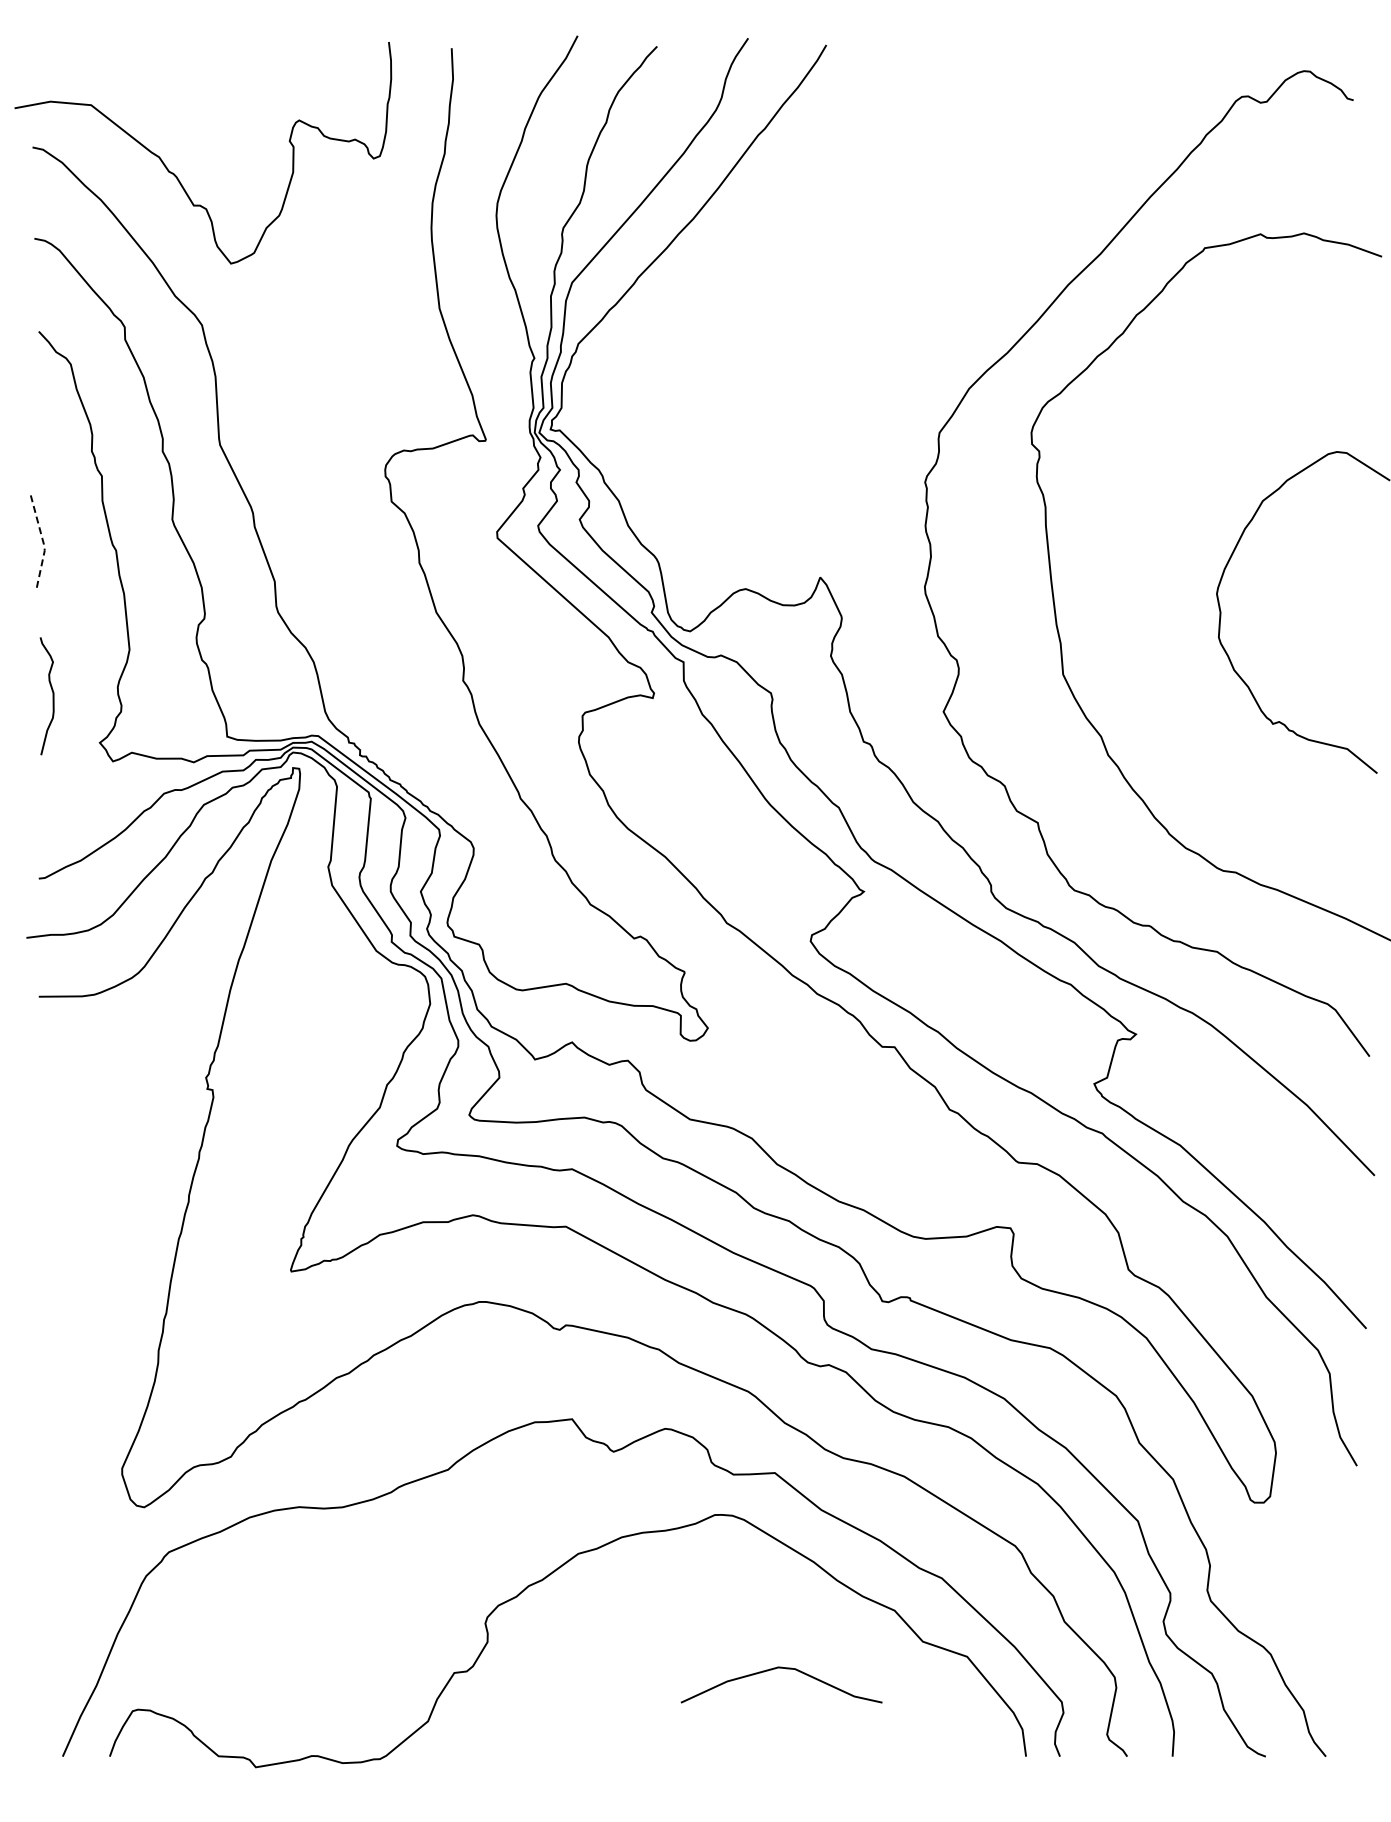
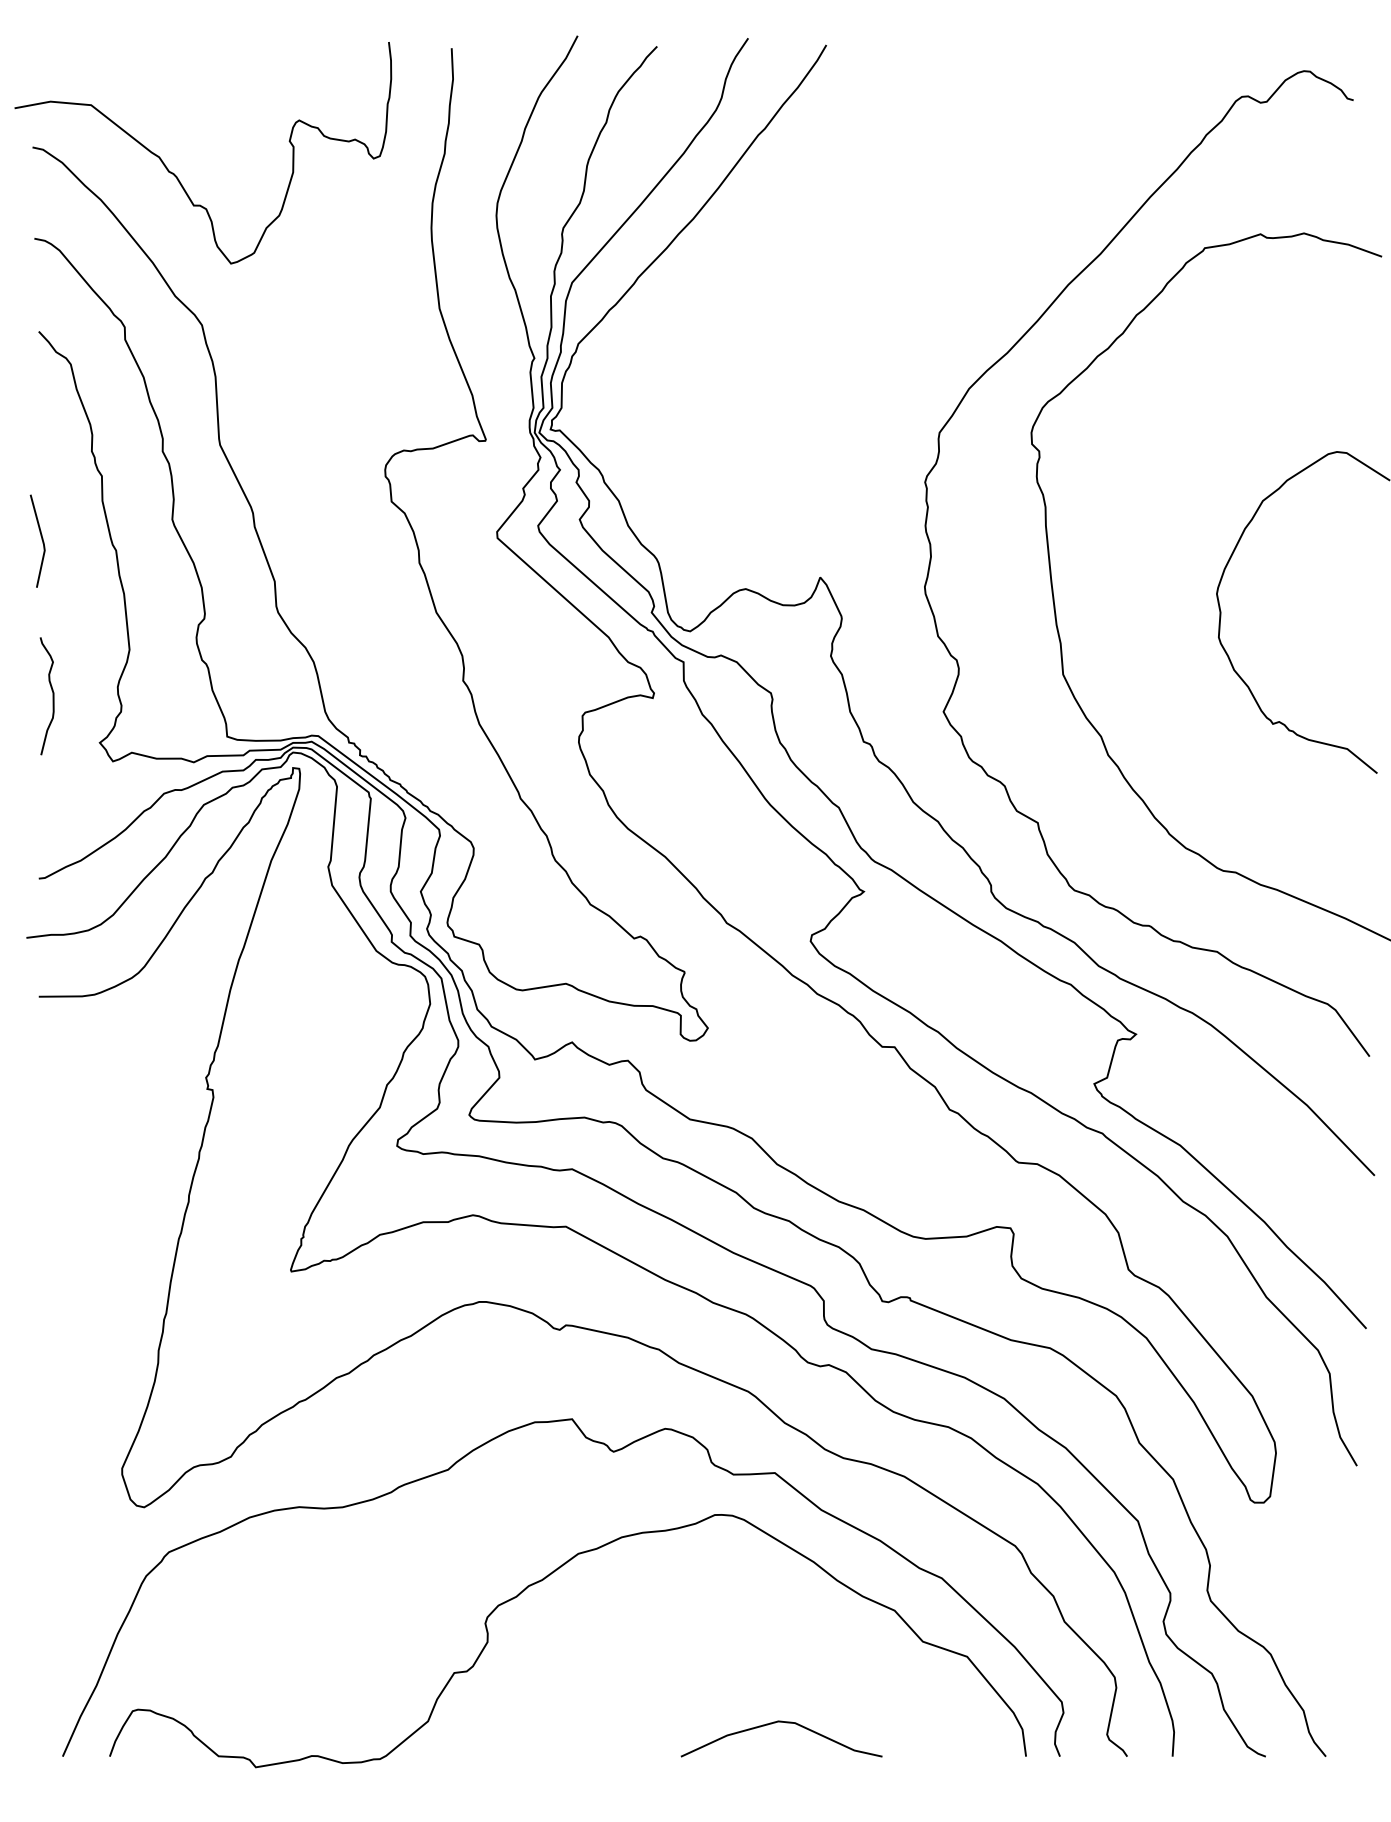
line at (43, 542): dashed -> solid
curve at (786, 1669) position: (786, 1669) -> (786, 1723)
